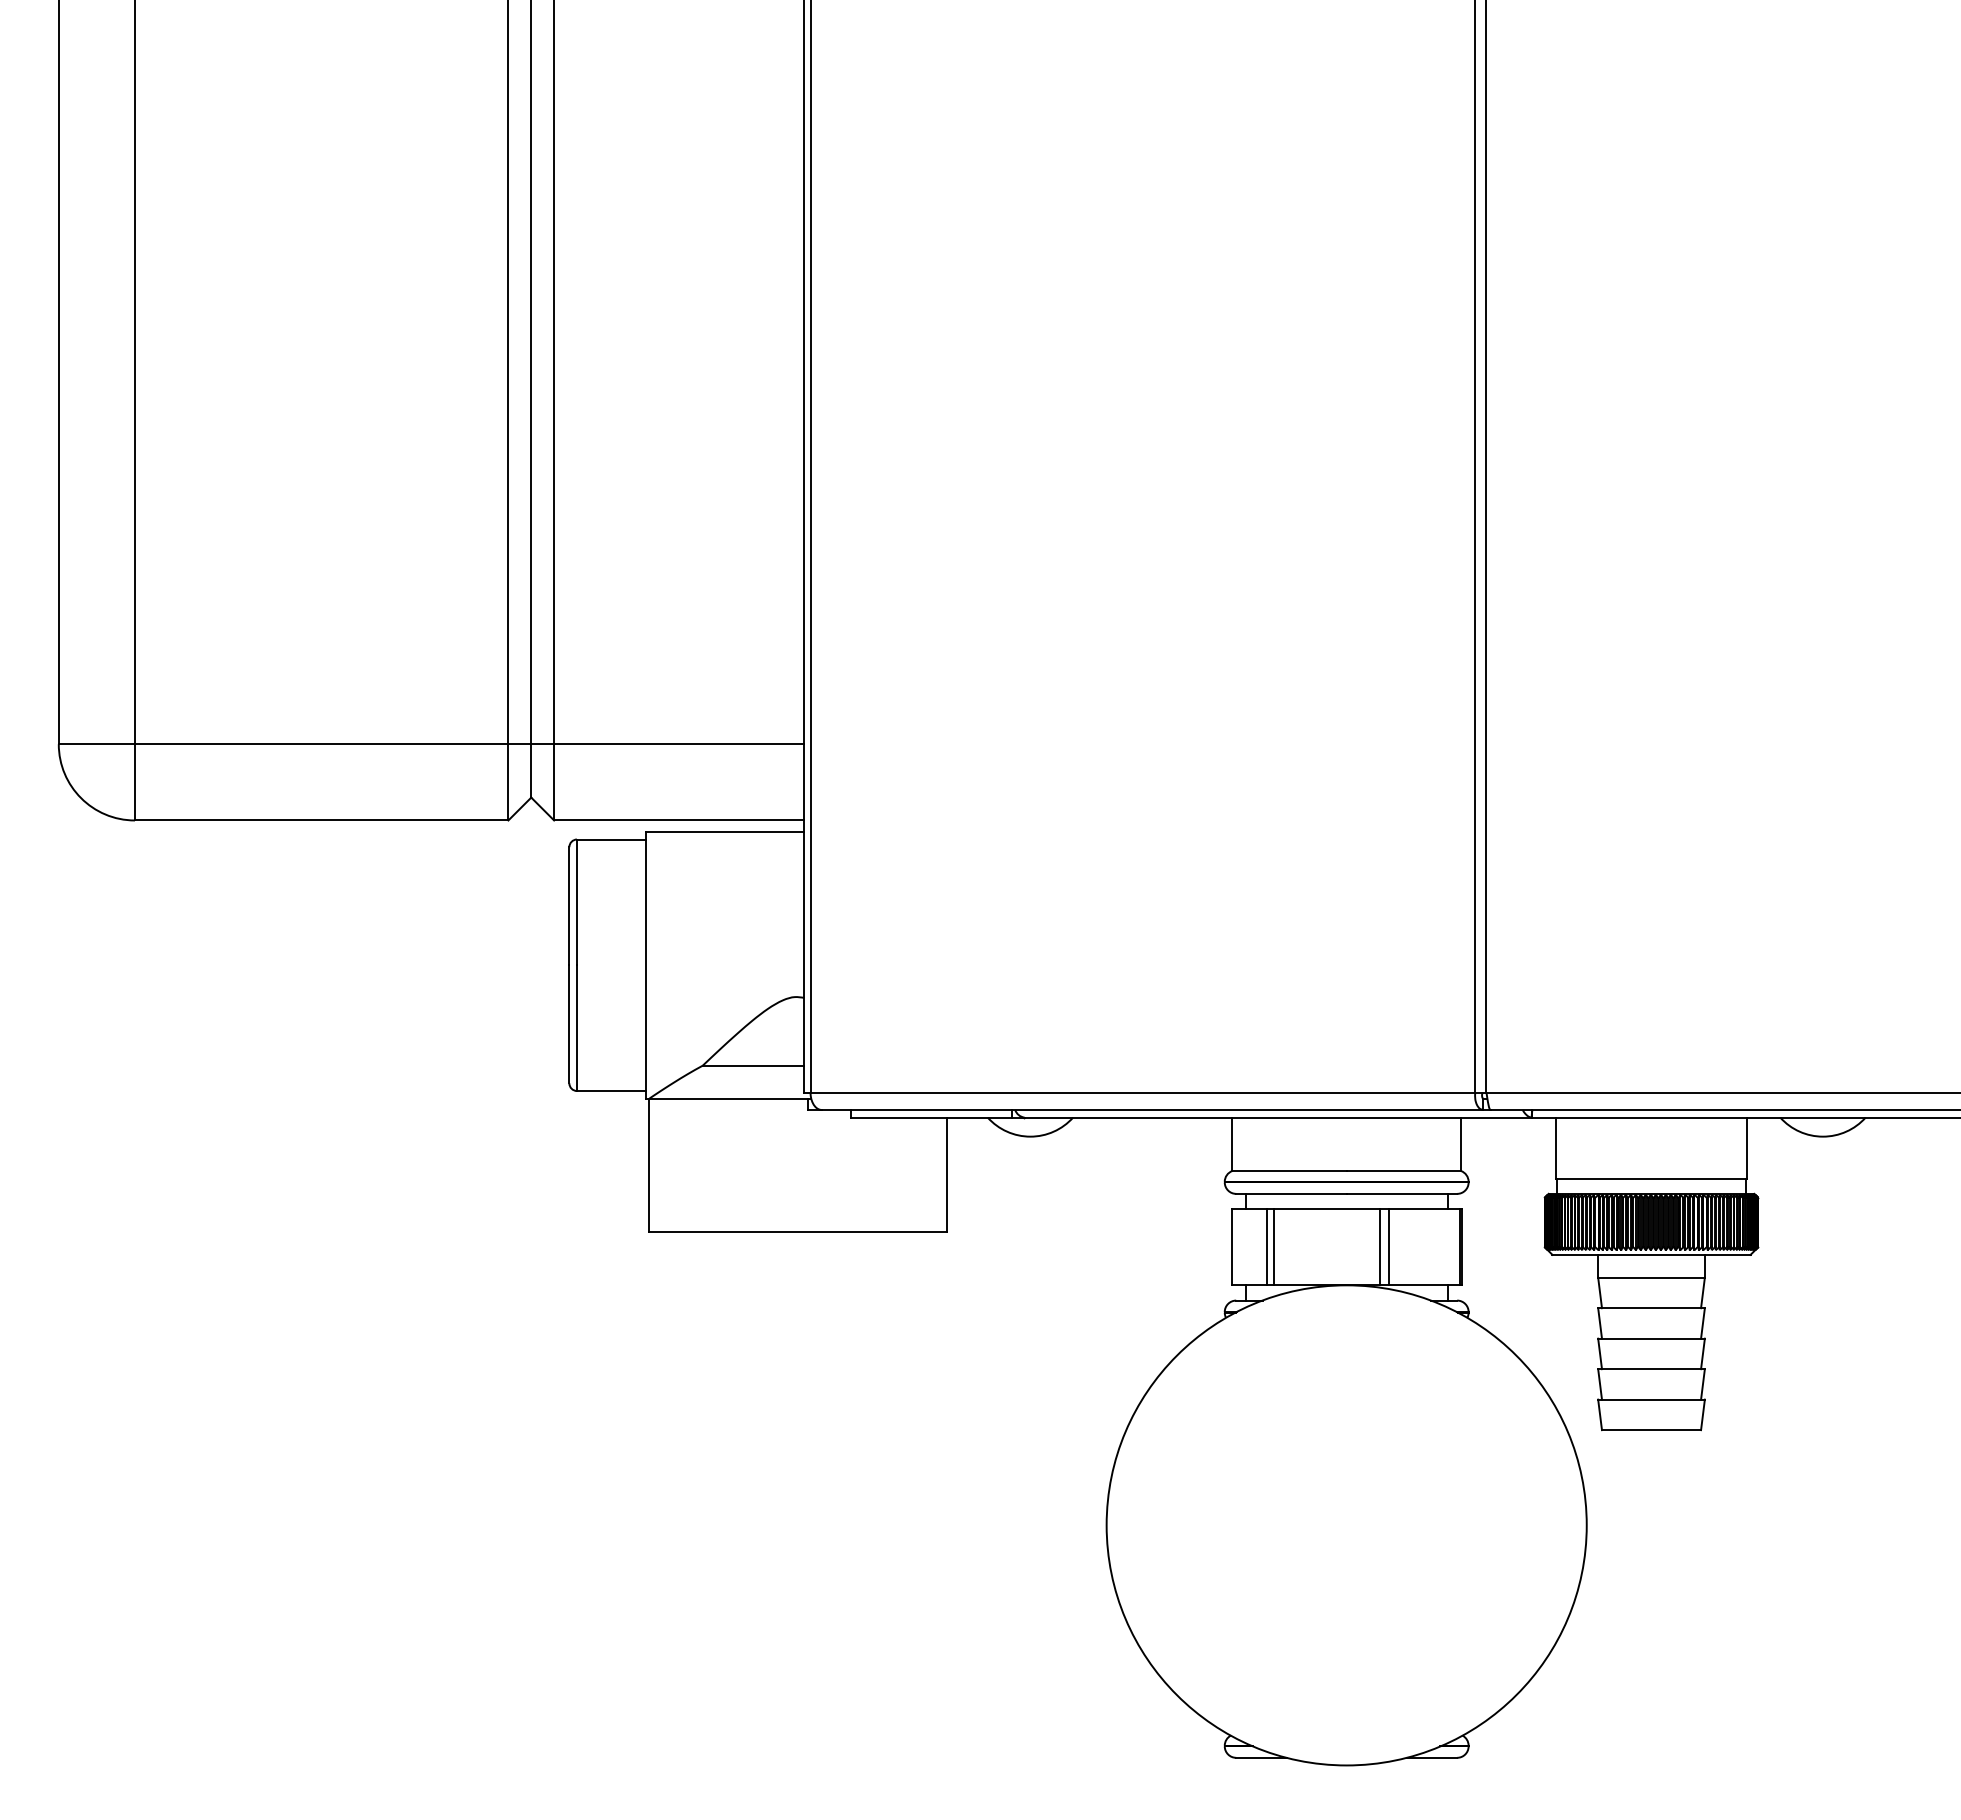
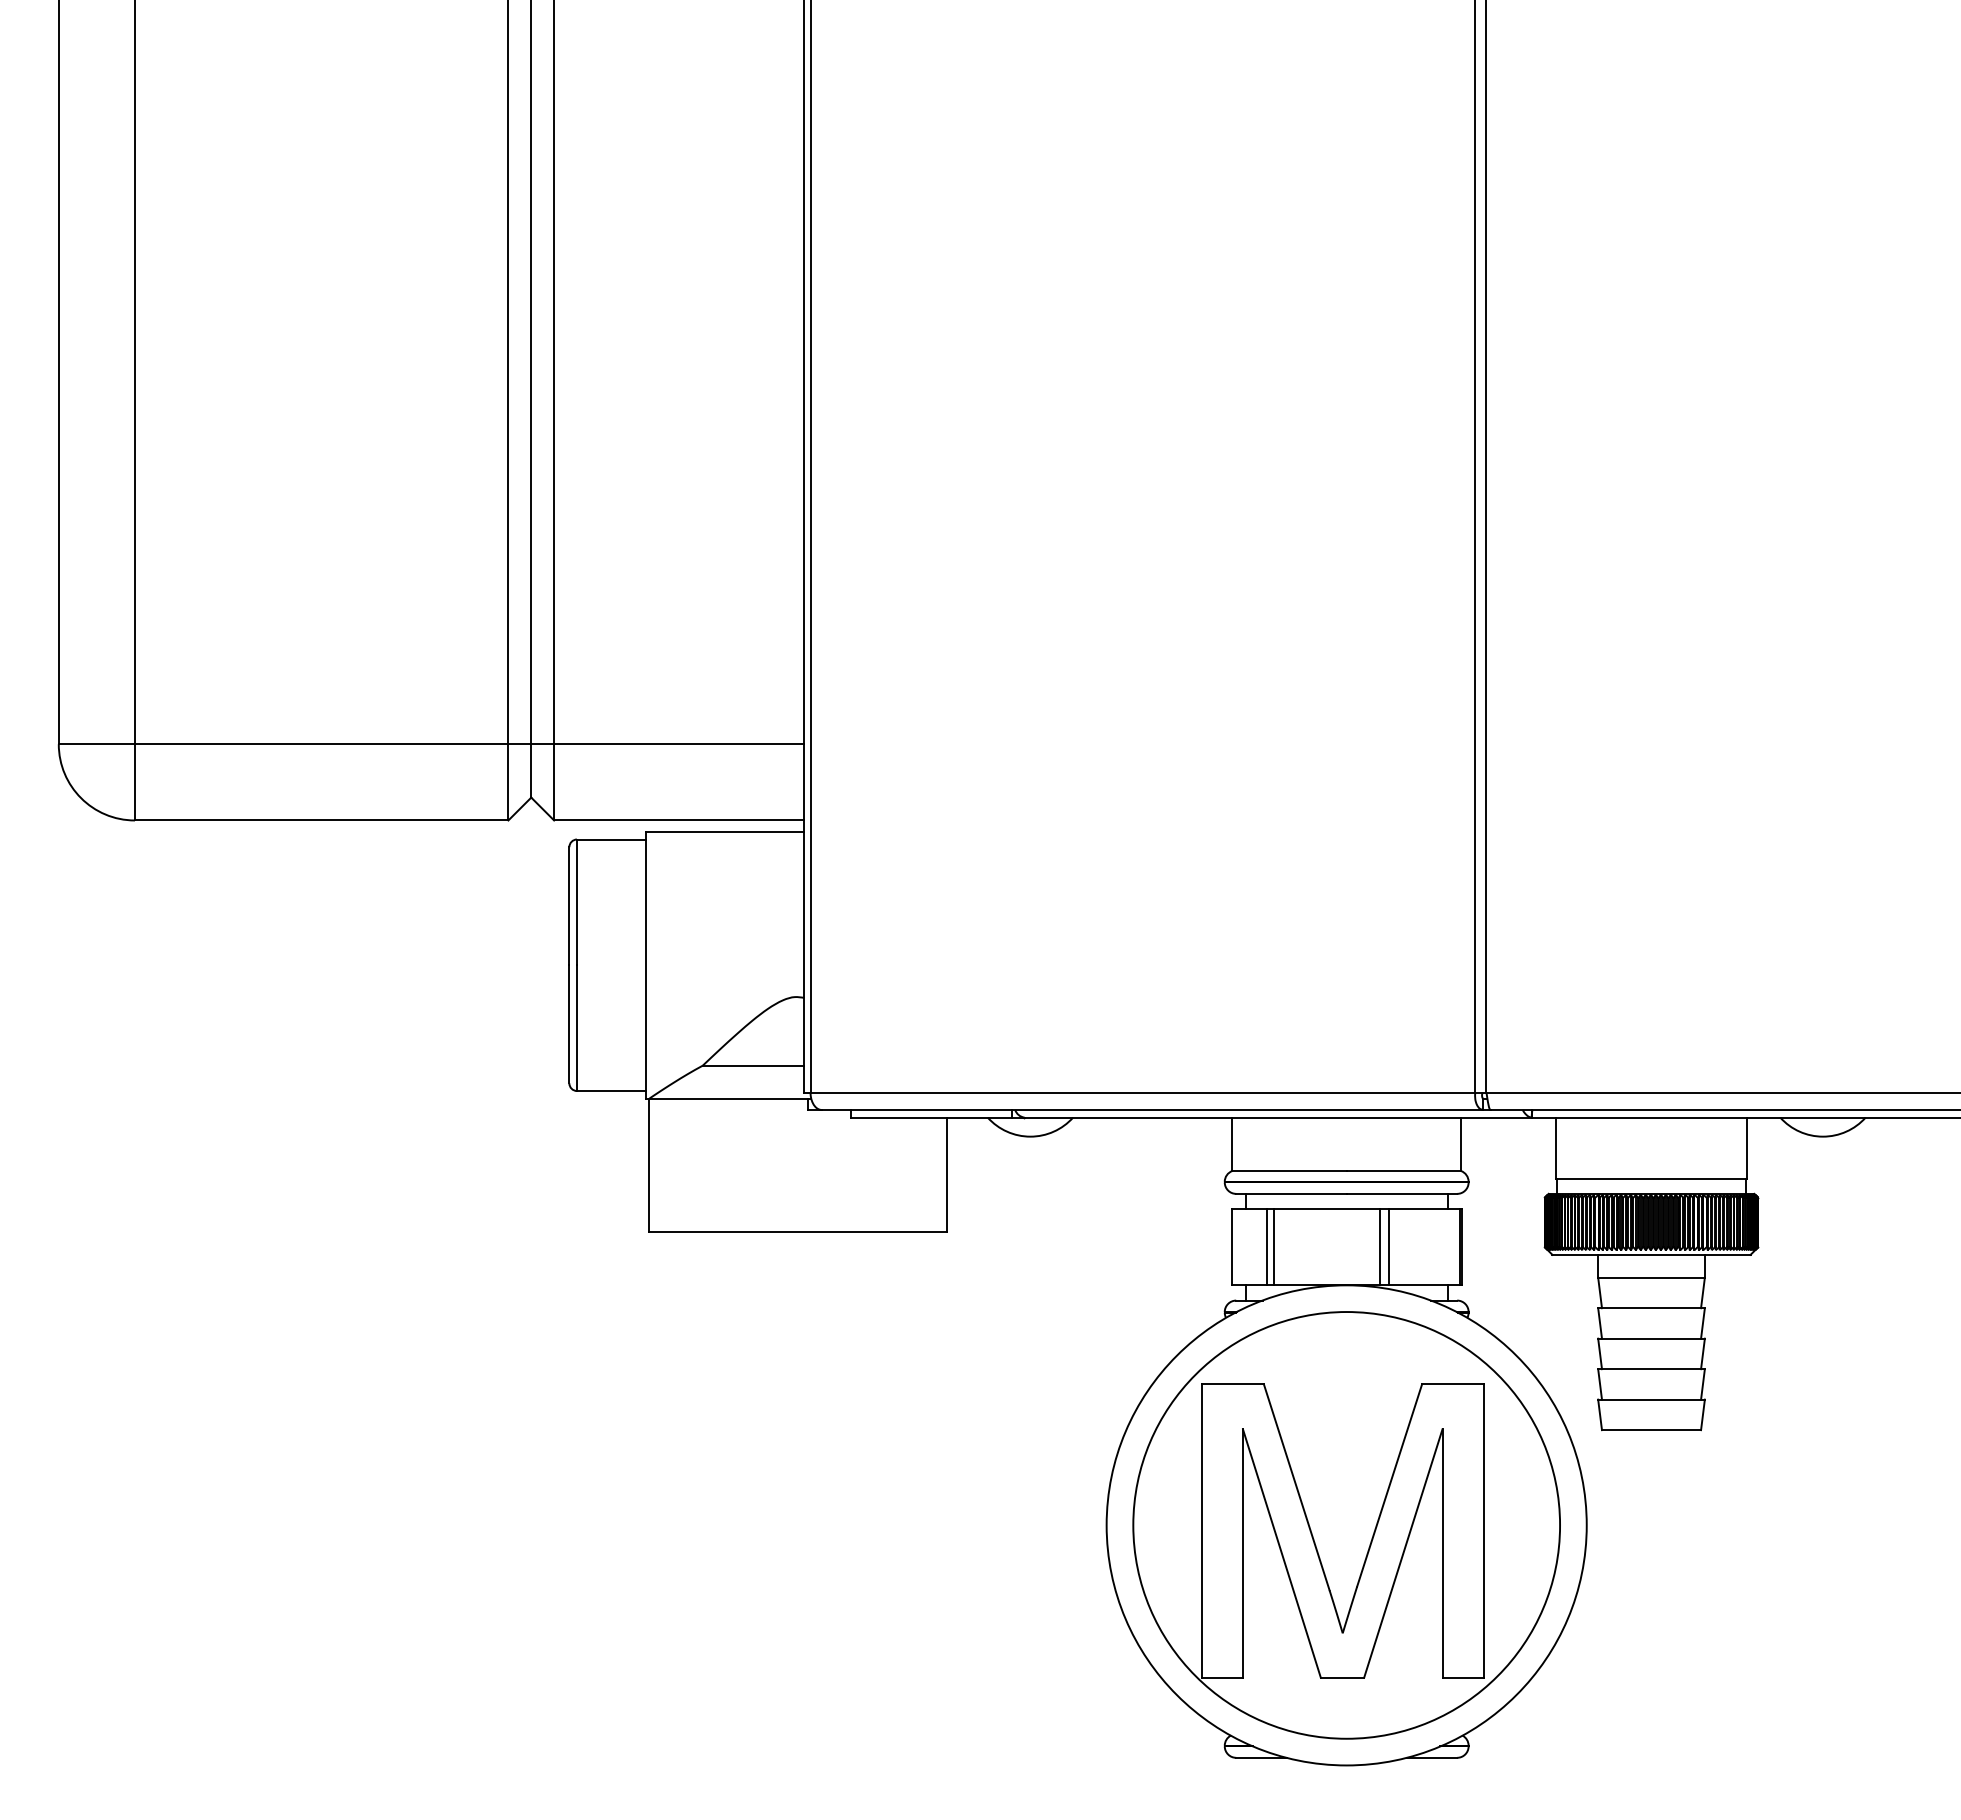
part at (1346, 1525): none -> present
